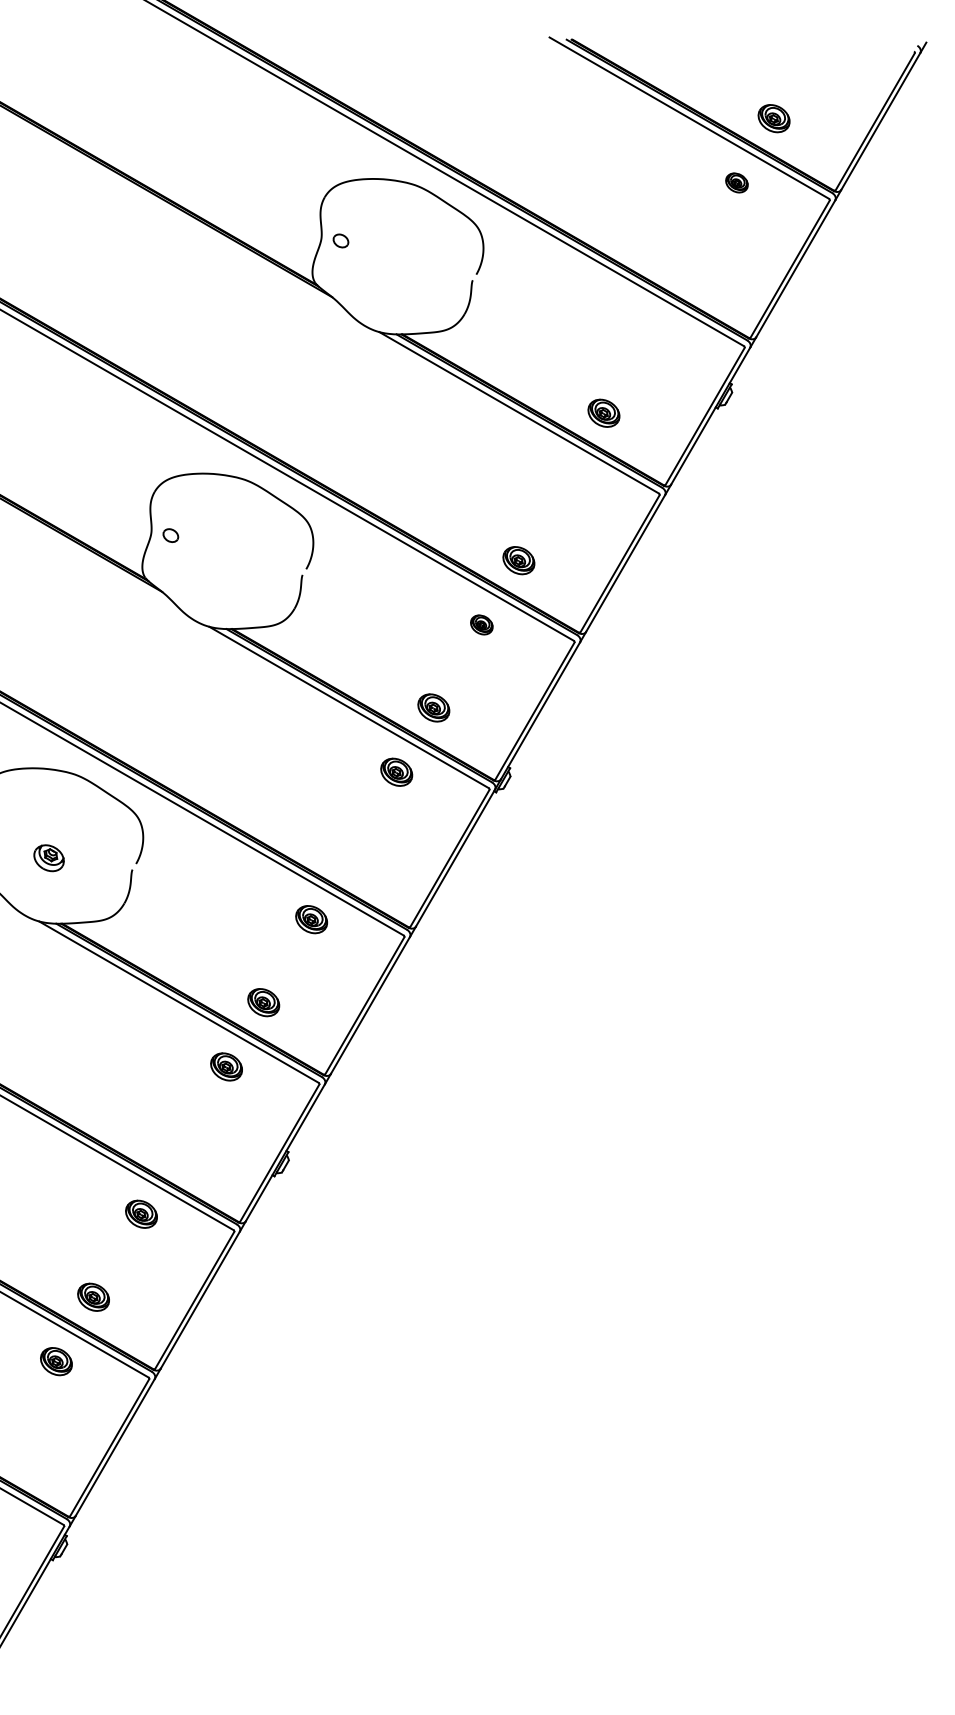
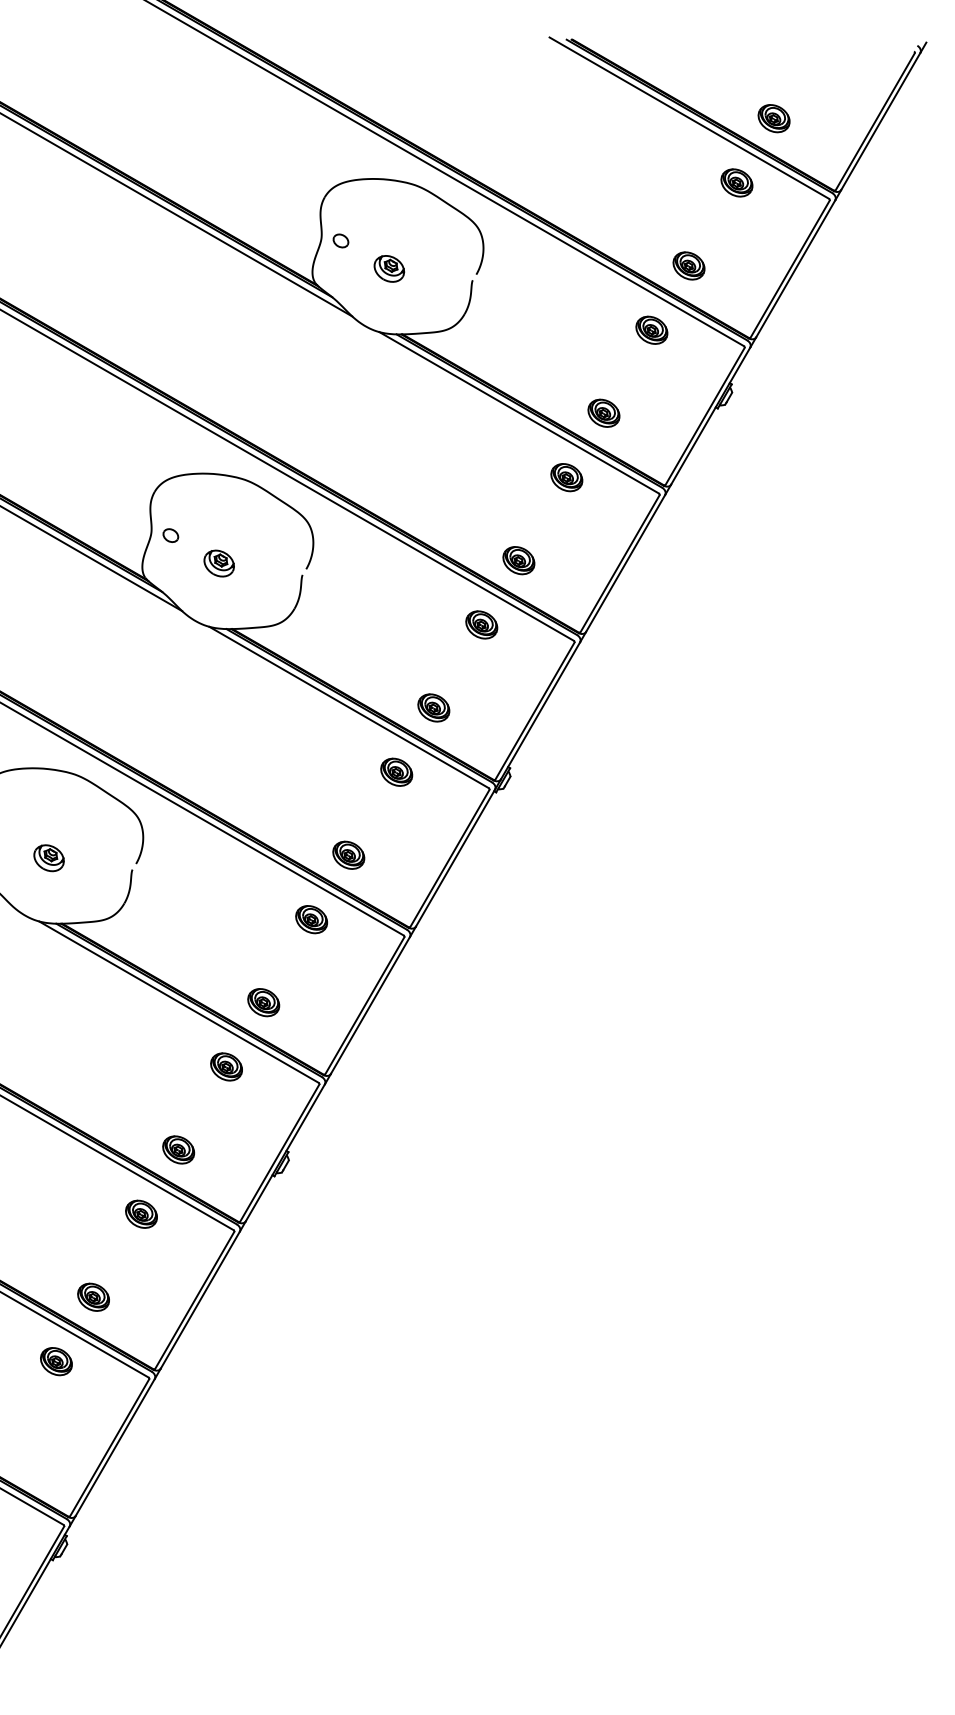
part at (736, 182) size: 24x22 px -> 34x30 px
line at (177, 215): none -> present
part at (688, 265): none -> present
part at (389, 268): none -> present
part at (651, 329): none -> present
part at (566, 477): none -> present
line at (92, 559): none -> present
part at (218, 563): none -> present
part at (481, 624) size: 24x22 px -> 34x30 px
part at (348, 854): none -> present
part at (178, 1149): none -> present
